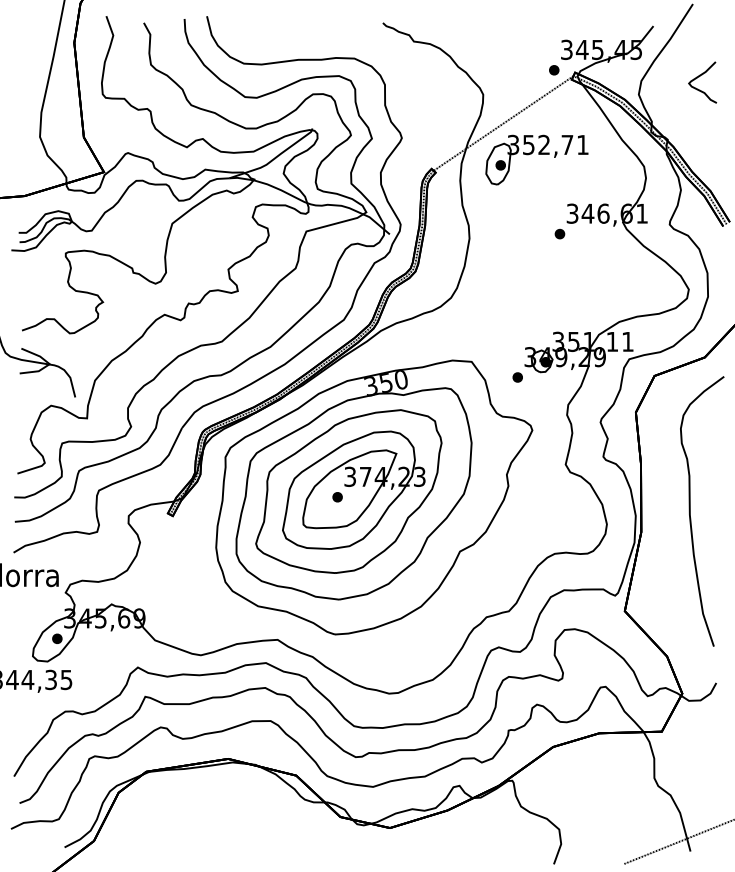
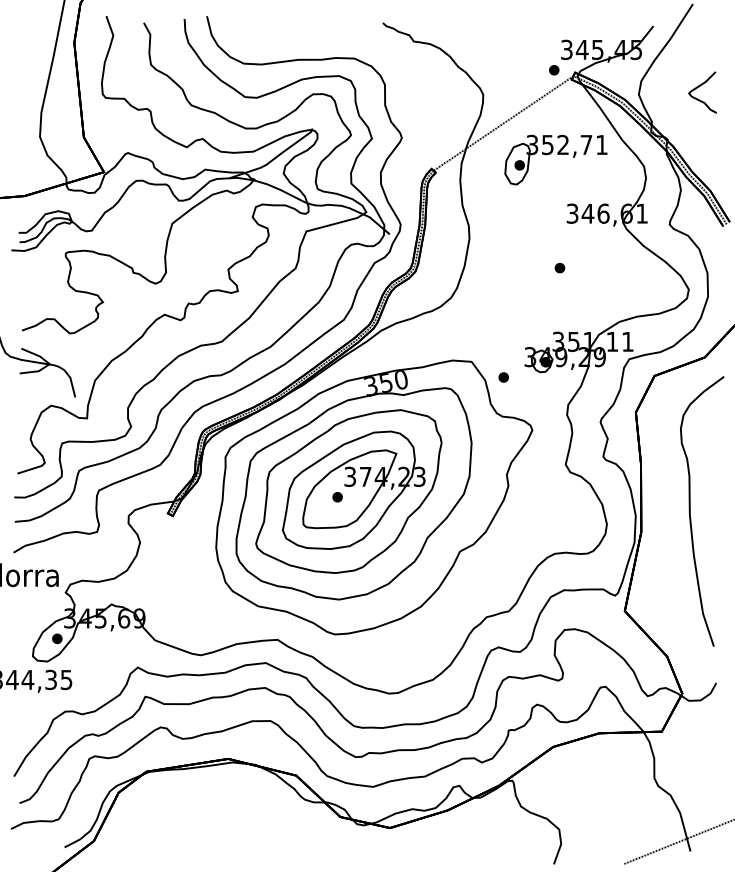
curve at (699, 77) position: (699, 77) -> (699, 87)
part at (536, 159) position: (536, 159) -> (555, 159)
part at (559, 233) position: (559, 233) -> (559, 267)
part at (517, 377) position: (517, 377) -> (503, 377)
